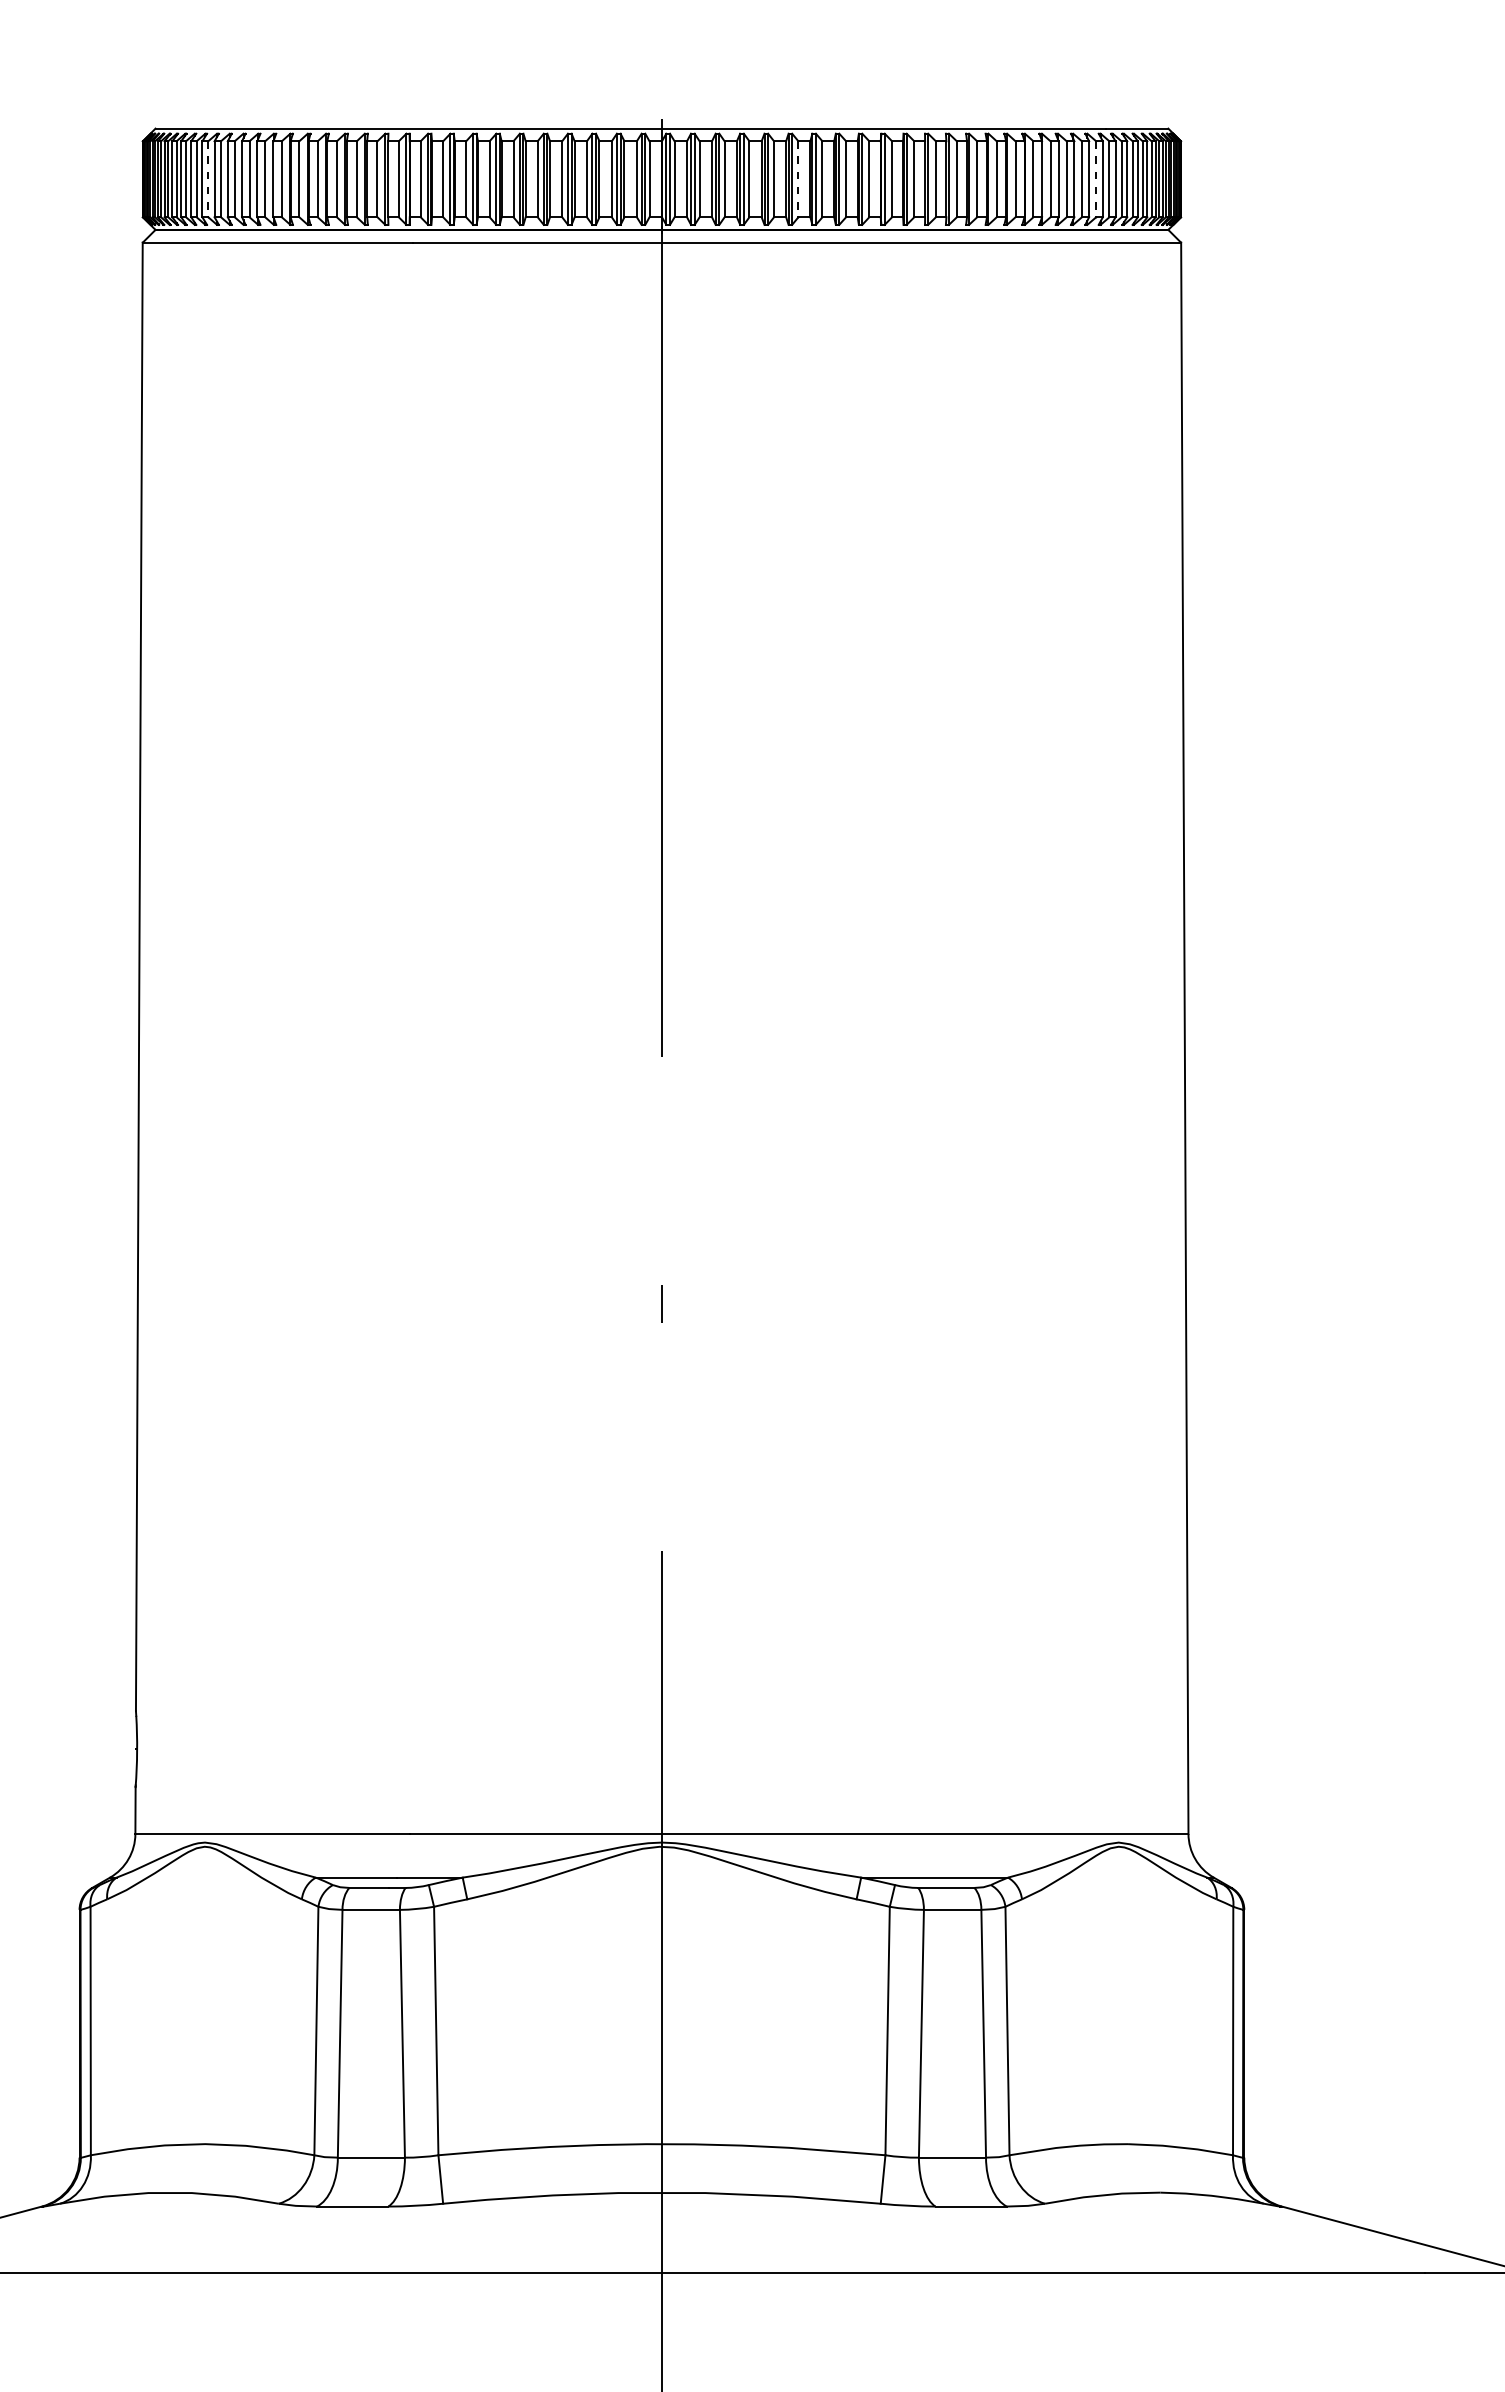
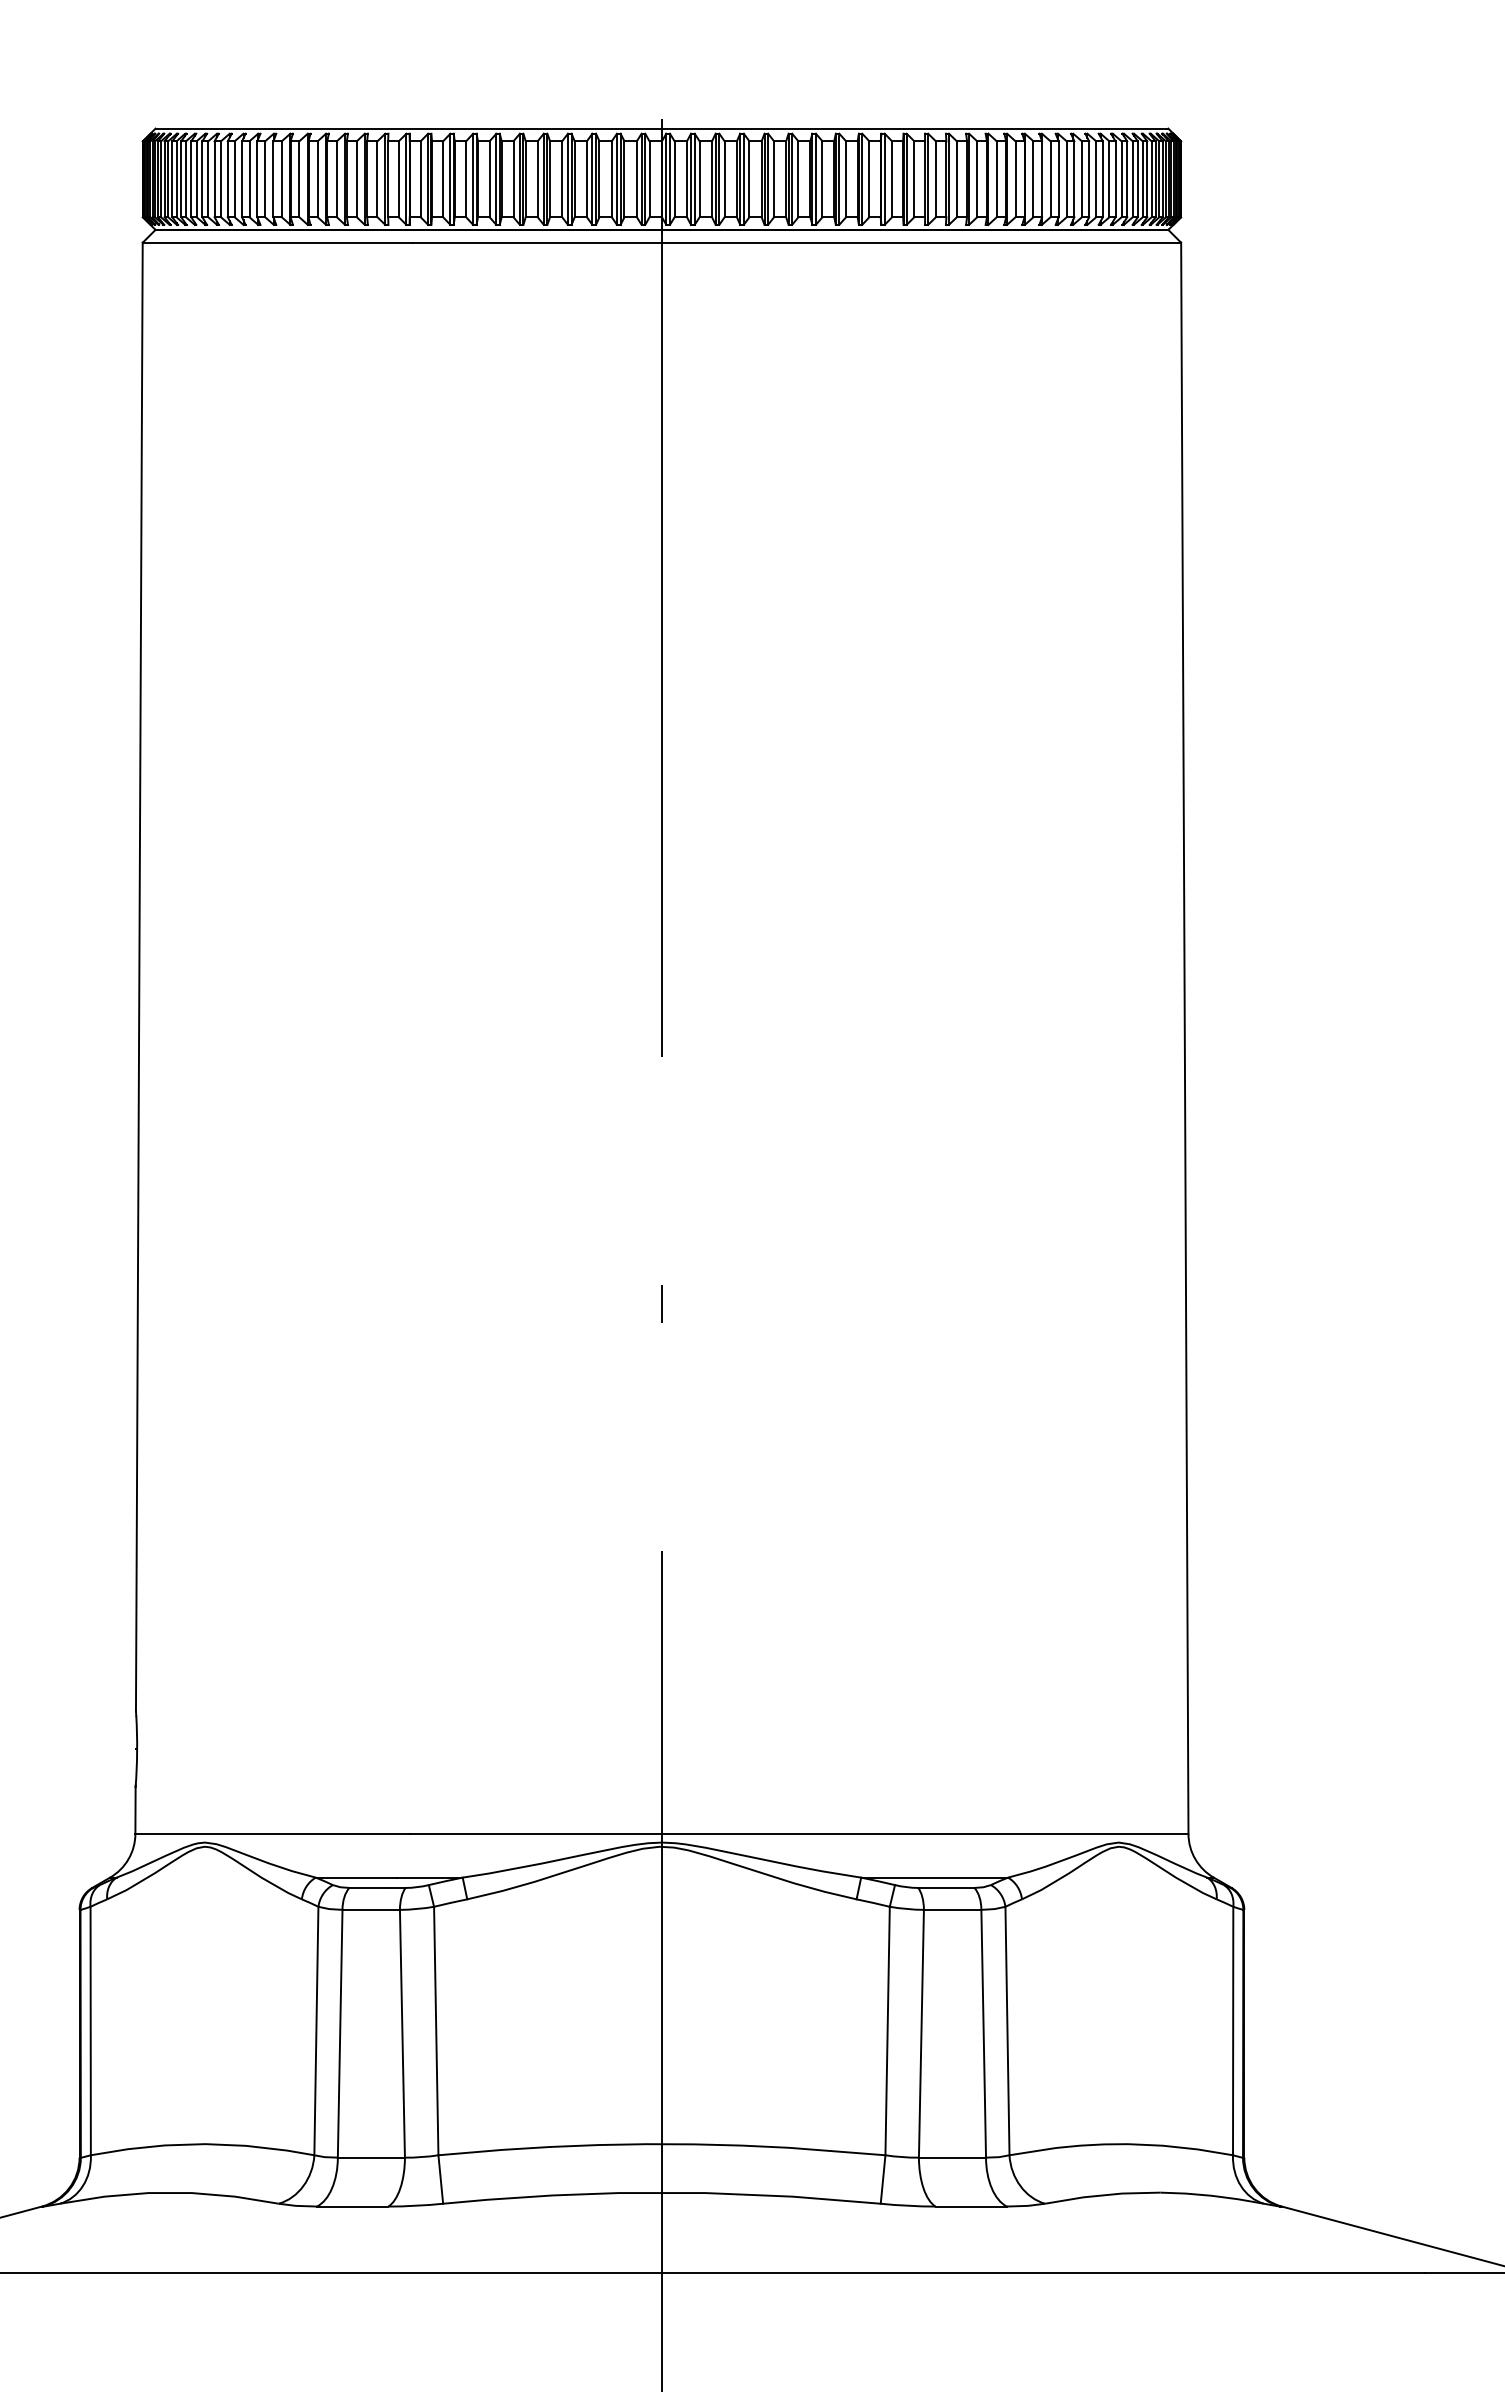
line at (208, 179): dashed -> solid
line at (798, 179): dashed -> solid
line at (1096, 179): dashed -> solid
